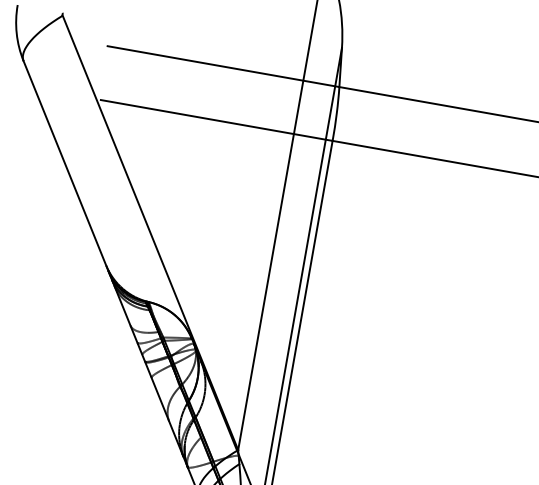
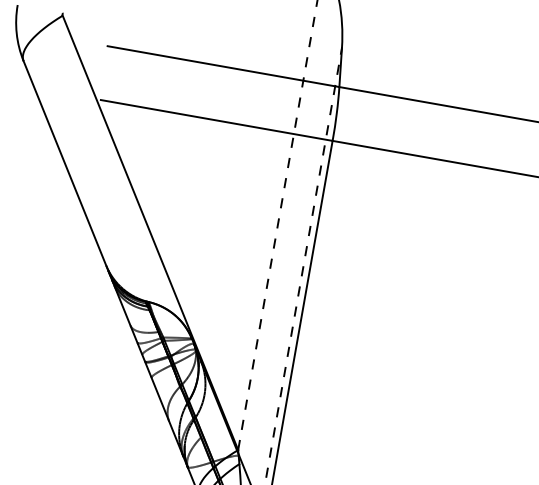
line at (277, 224): solid -> dashed
line at (303, 266): solid -> dashed
